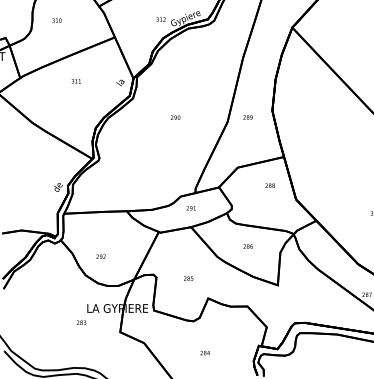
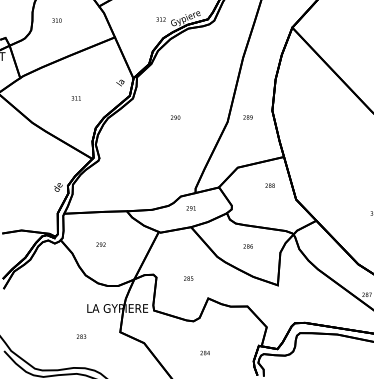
text at (75, 81) position: (75, 81) -> (75, 98)
text at (100, 256) position: (100, 256) -> (100, 244)
text at (81, 322) position: (81, 322) -> (81, 336)
